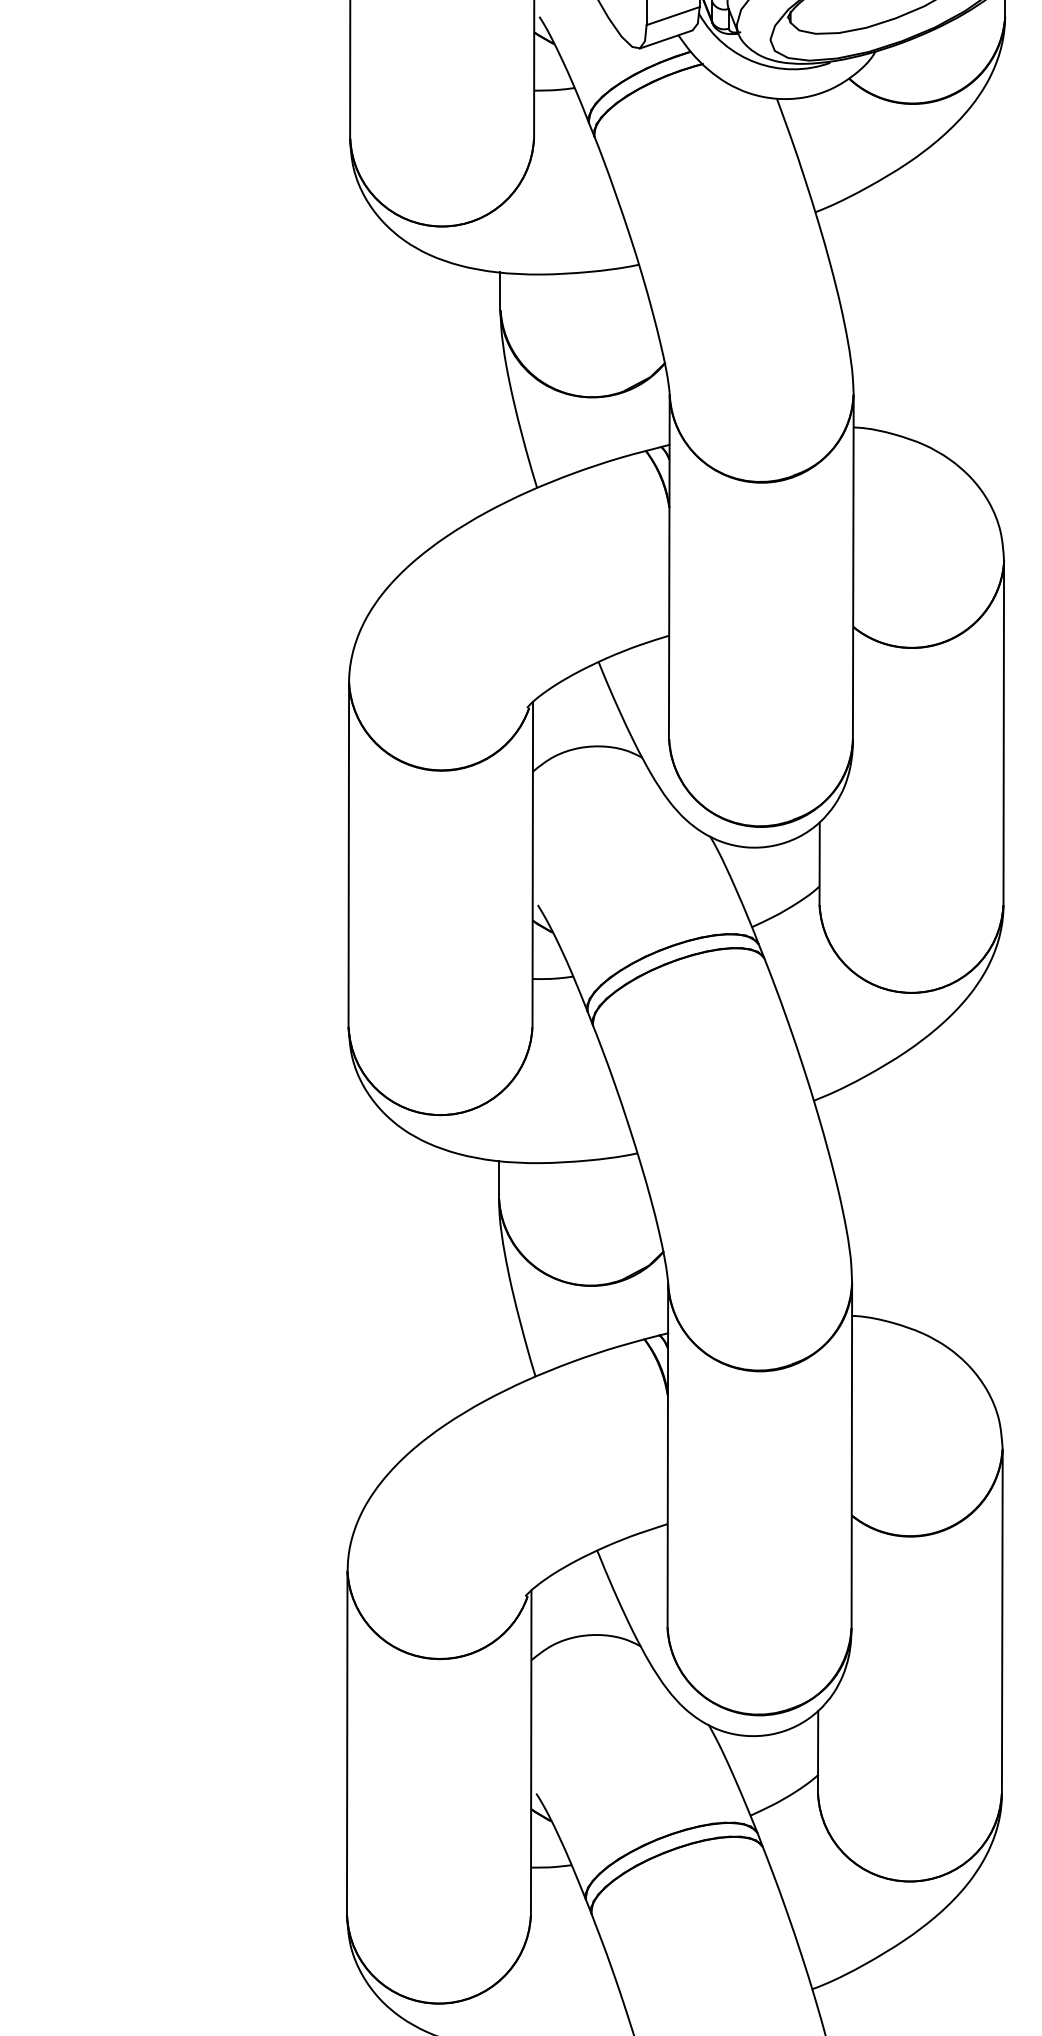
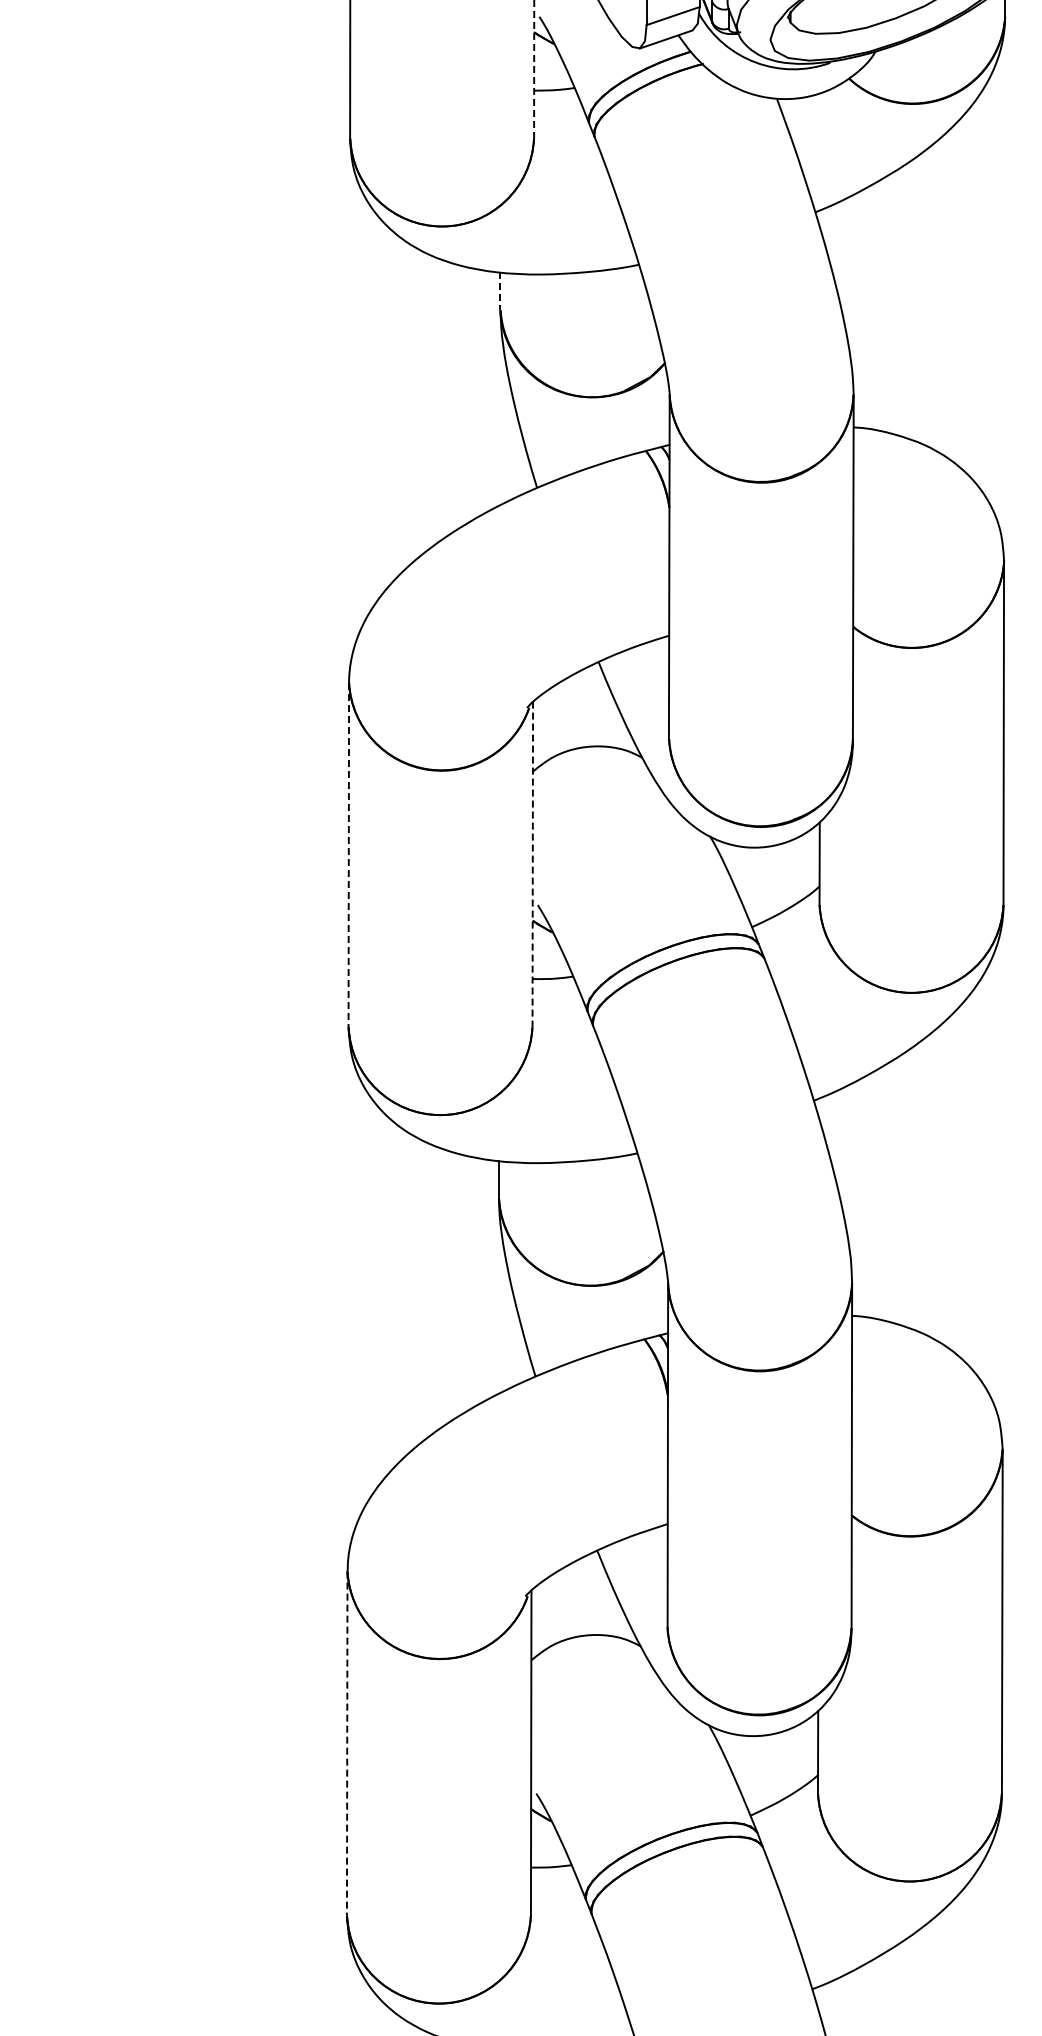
line at (534, 69): solid -> dashed
line at (500, 291): solid -> dashed
line at (348, 855): solid -> dashed
line at (532, 864): solid -> dashed
line at (347, 1744): solid -> dashed
